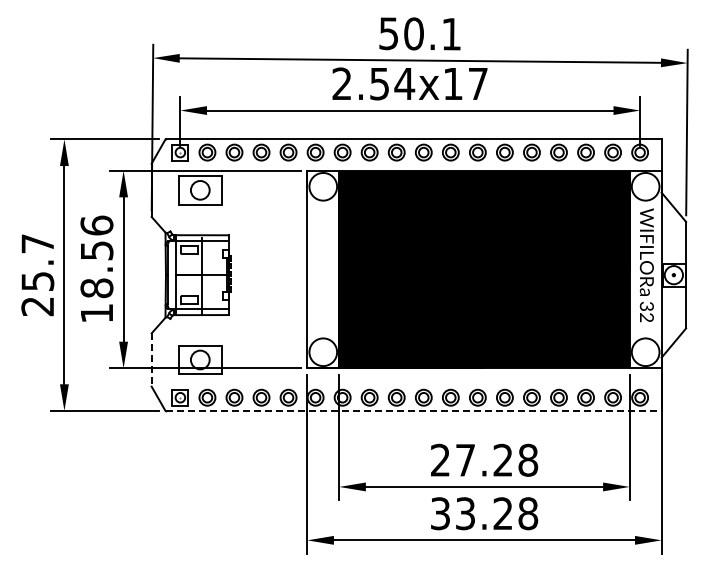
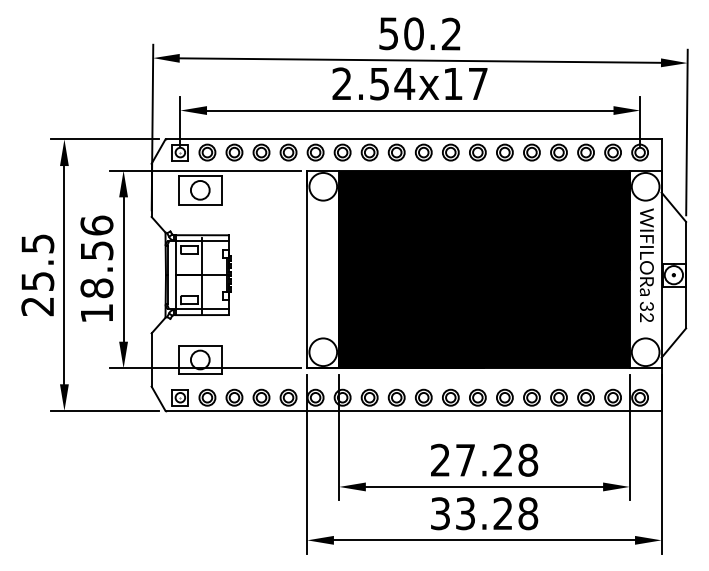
text at (450, 33): 50.1 -> 50.2
text at (37, 243): 25.7 -> 25.5
line at (151, 360): dashed -> solid
line at (414, 410): dashed -> solid
